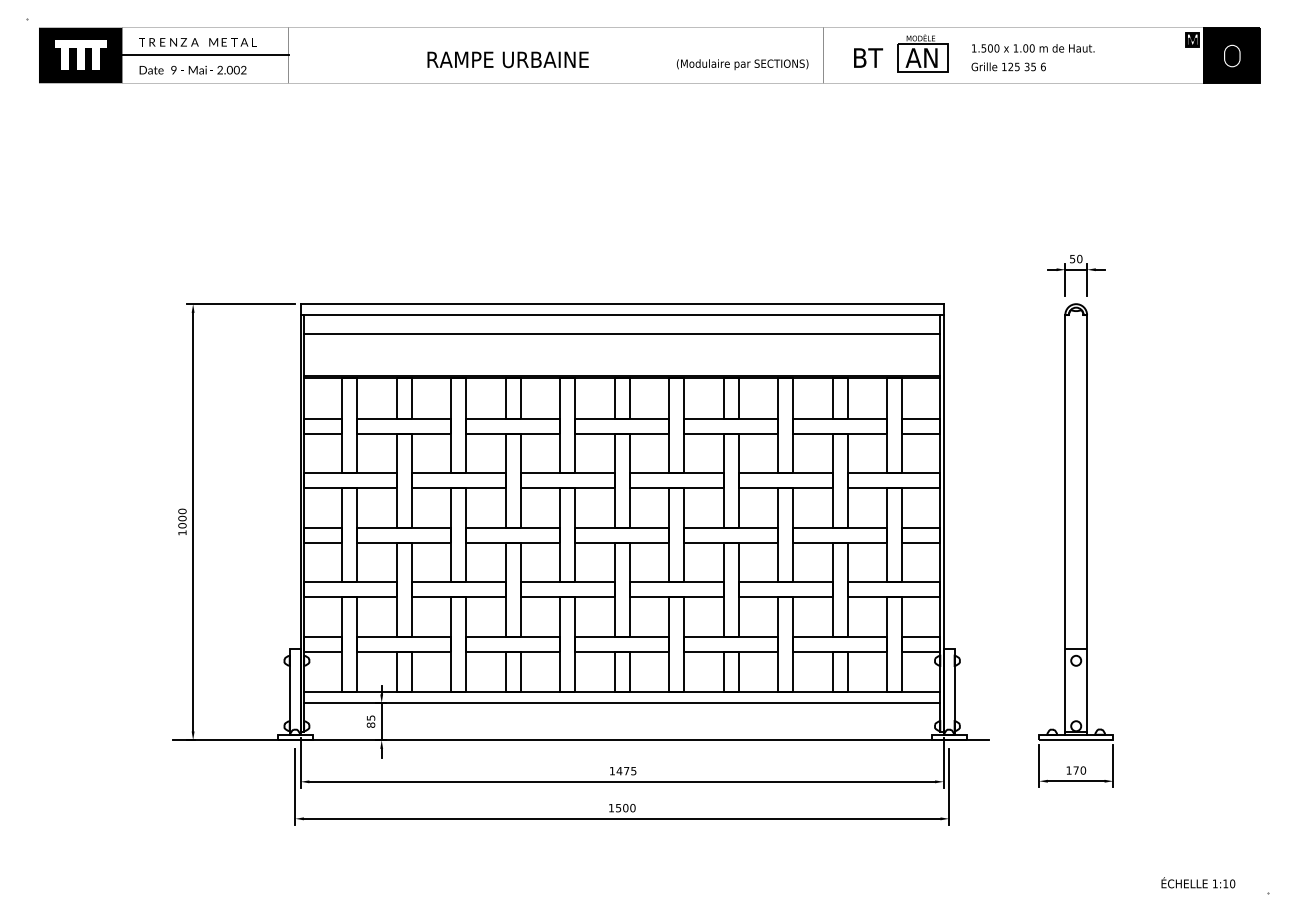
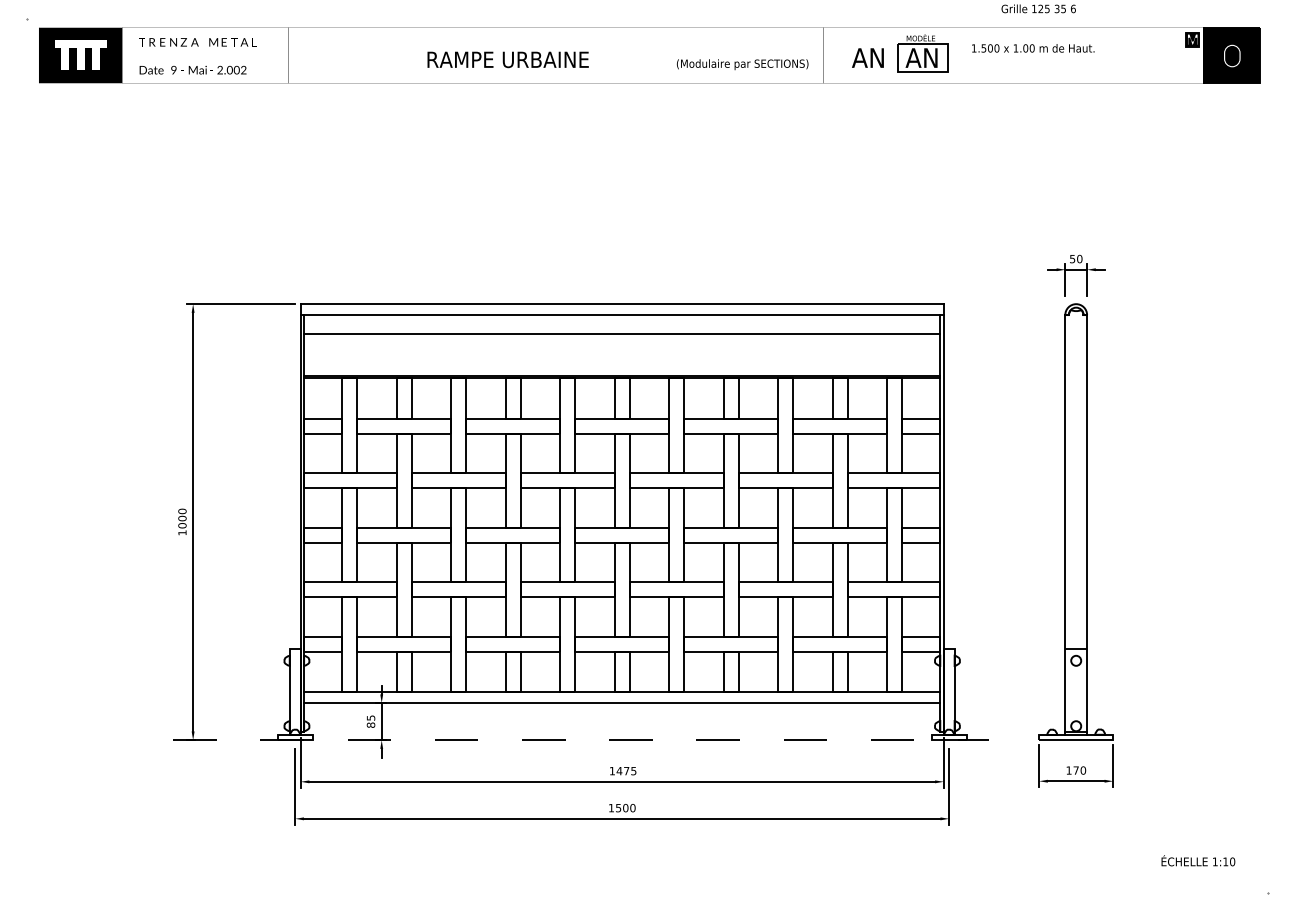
line at (205, 55): present -> none
text at (867, 57): BT -> AN
text at (1008, 66) position: (1008, 66) -> (1038, 8)
line at (580, 740): solid -> dashed
text at (1198, 882) position: (1198, 882) -> (1198, 860)
